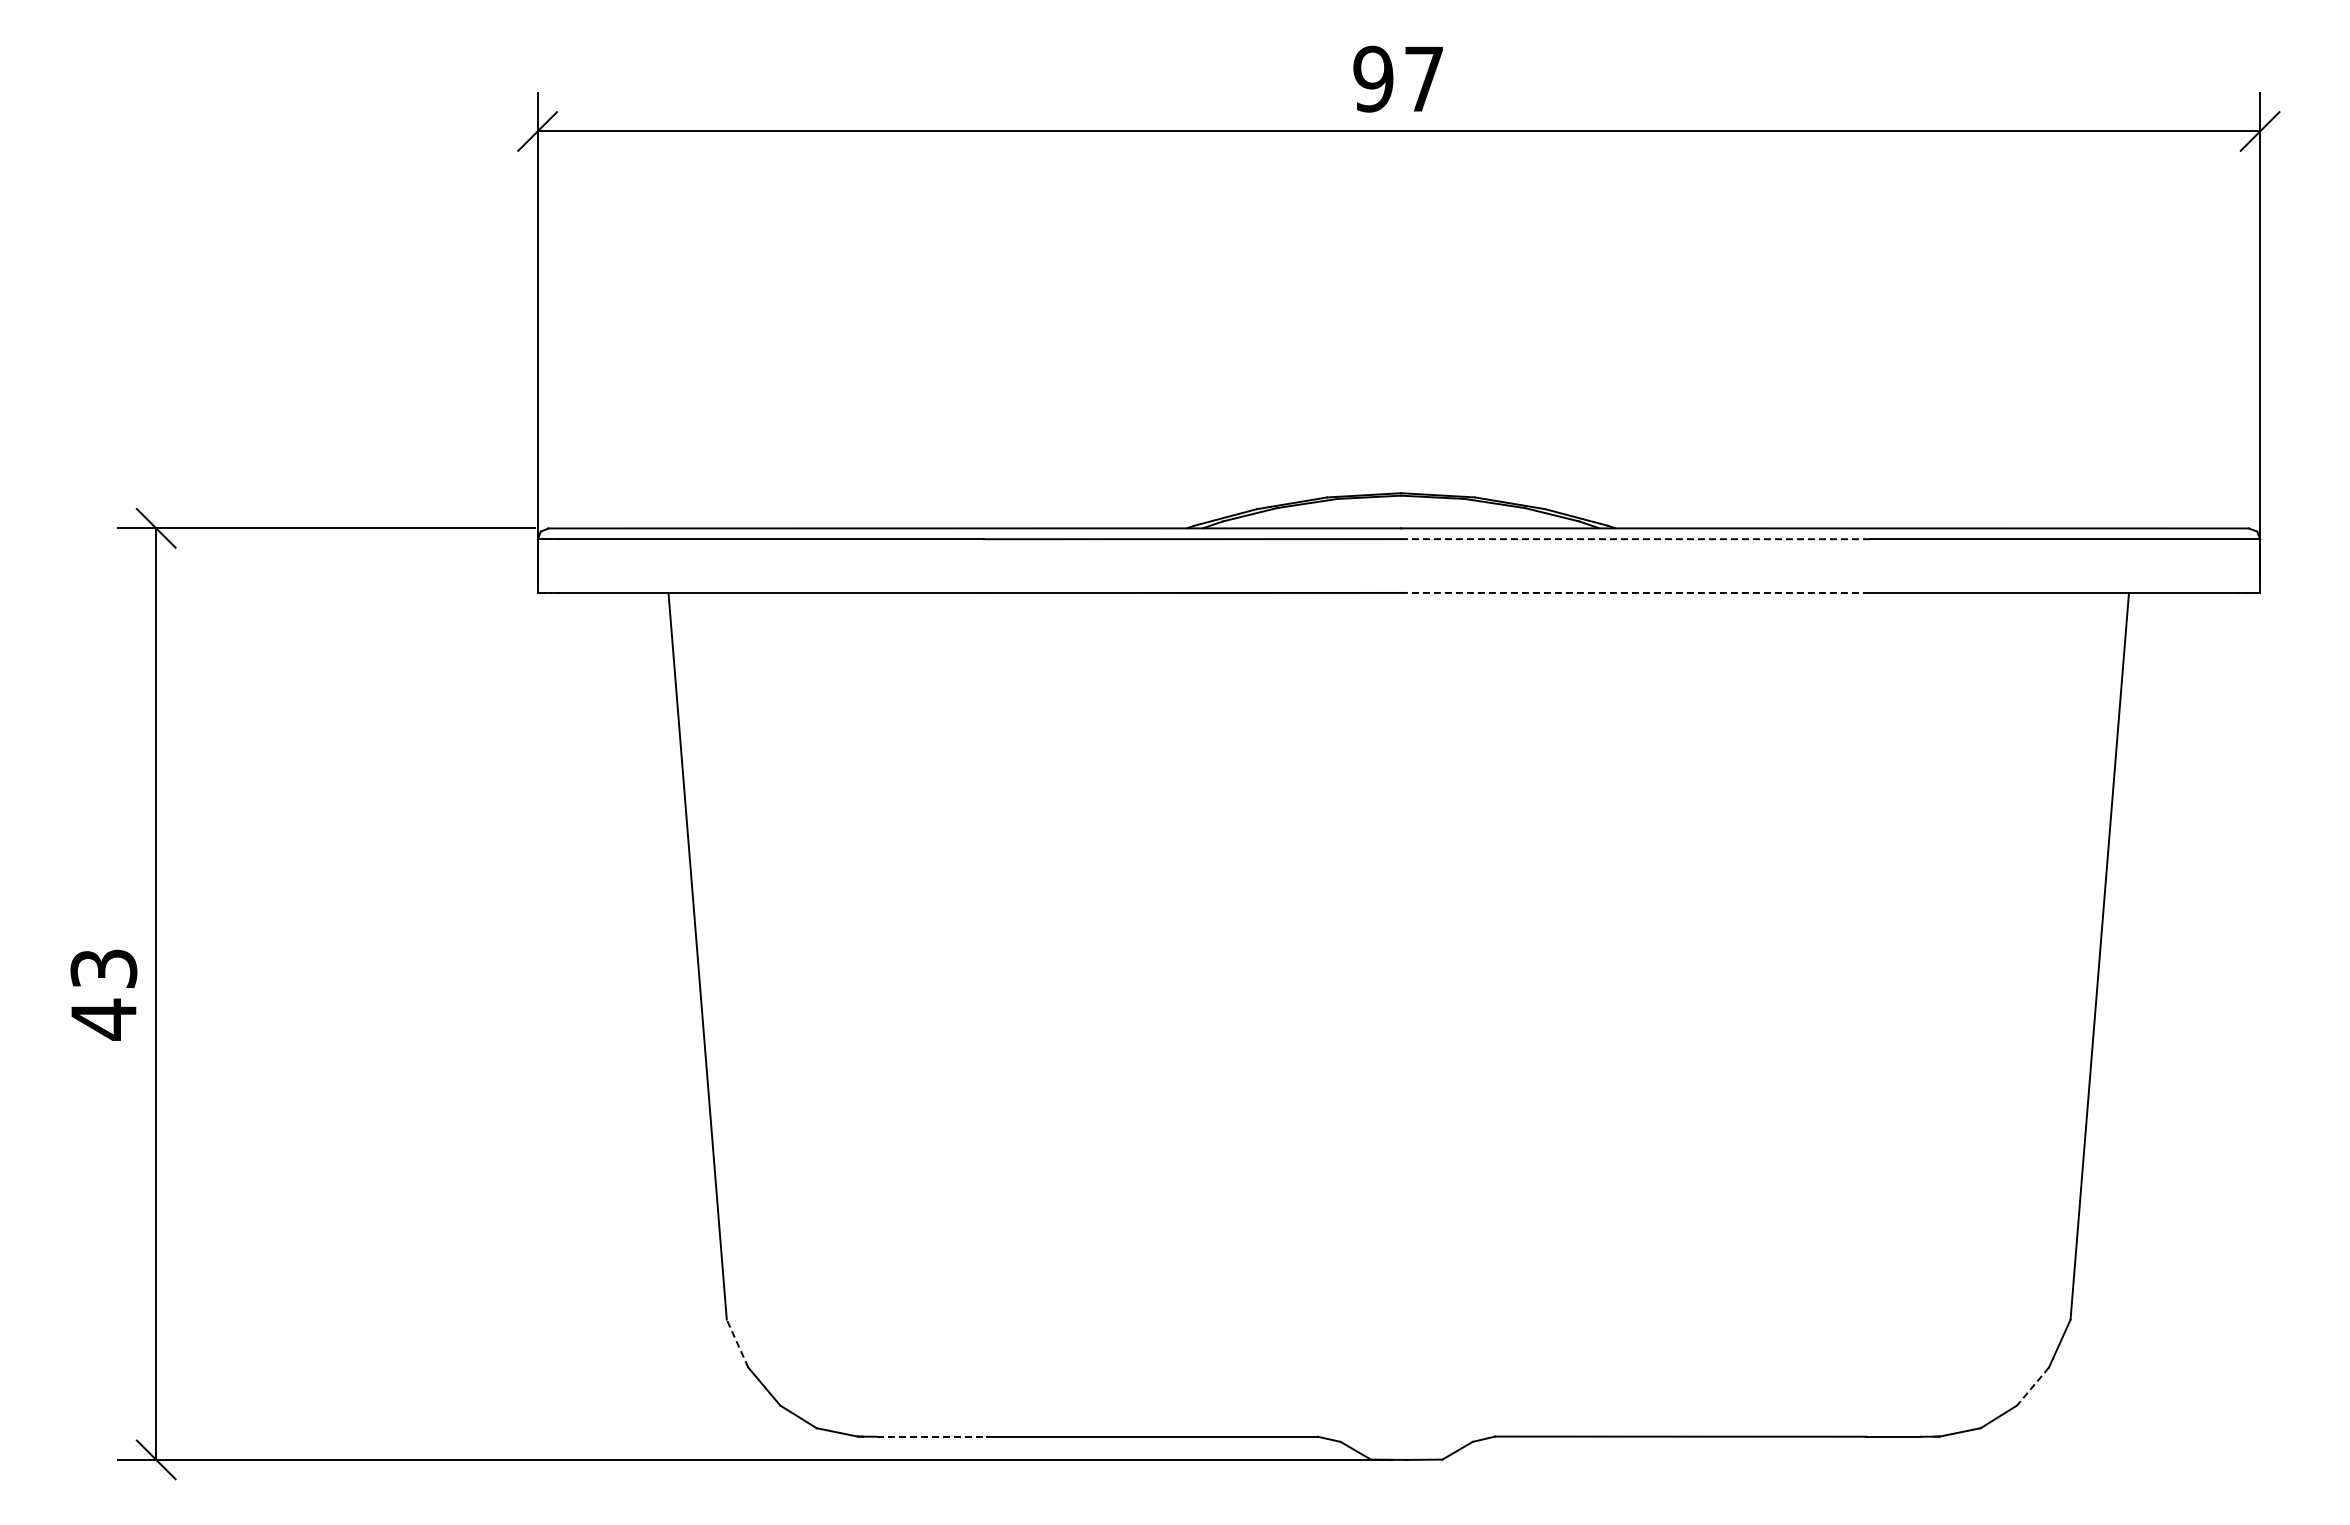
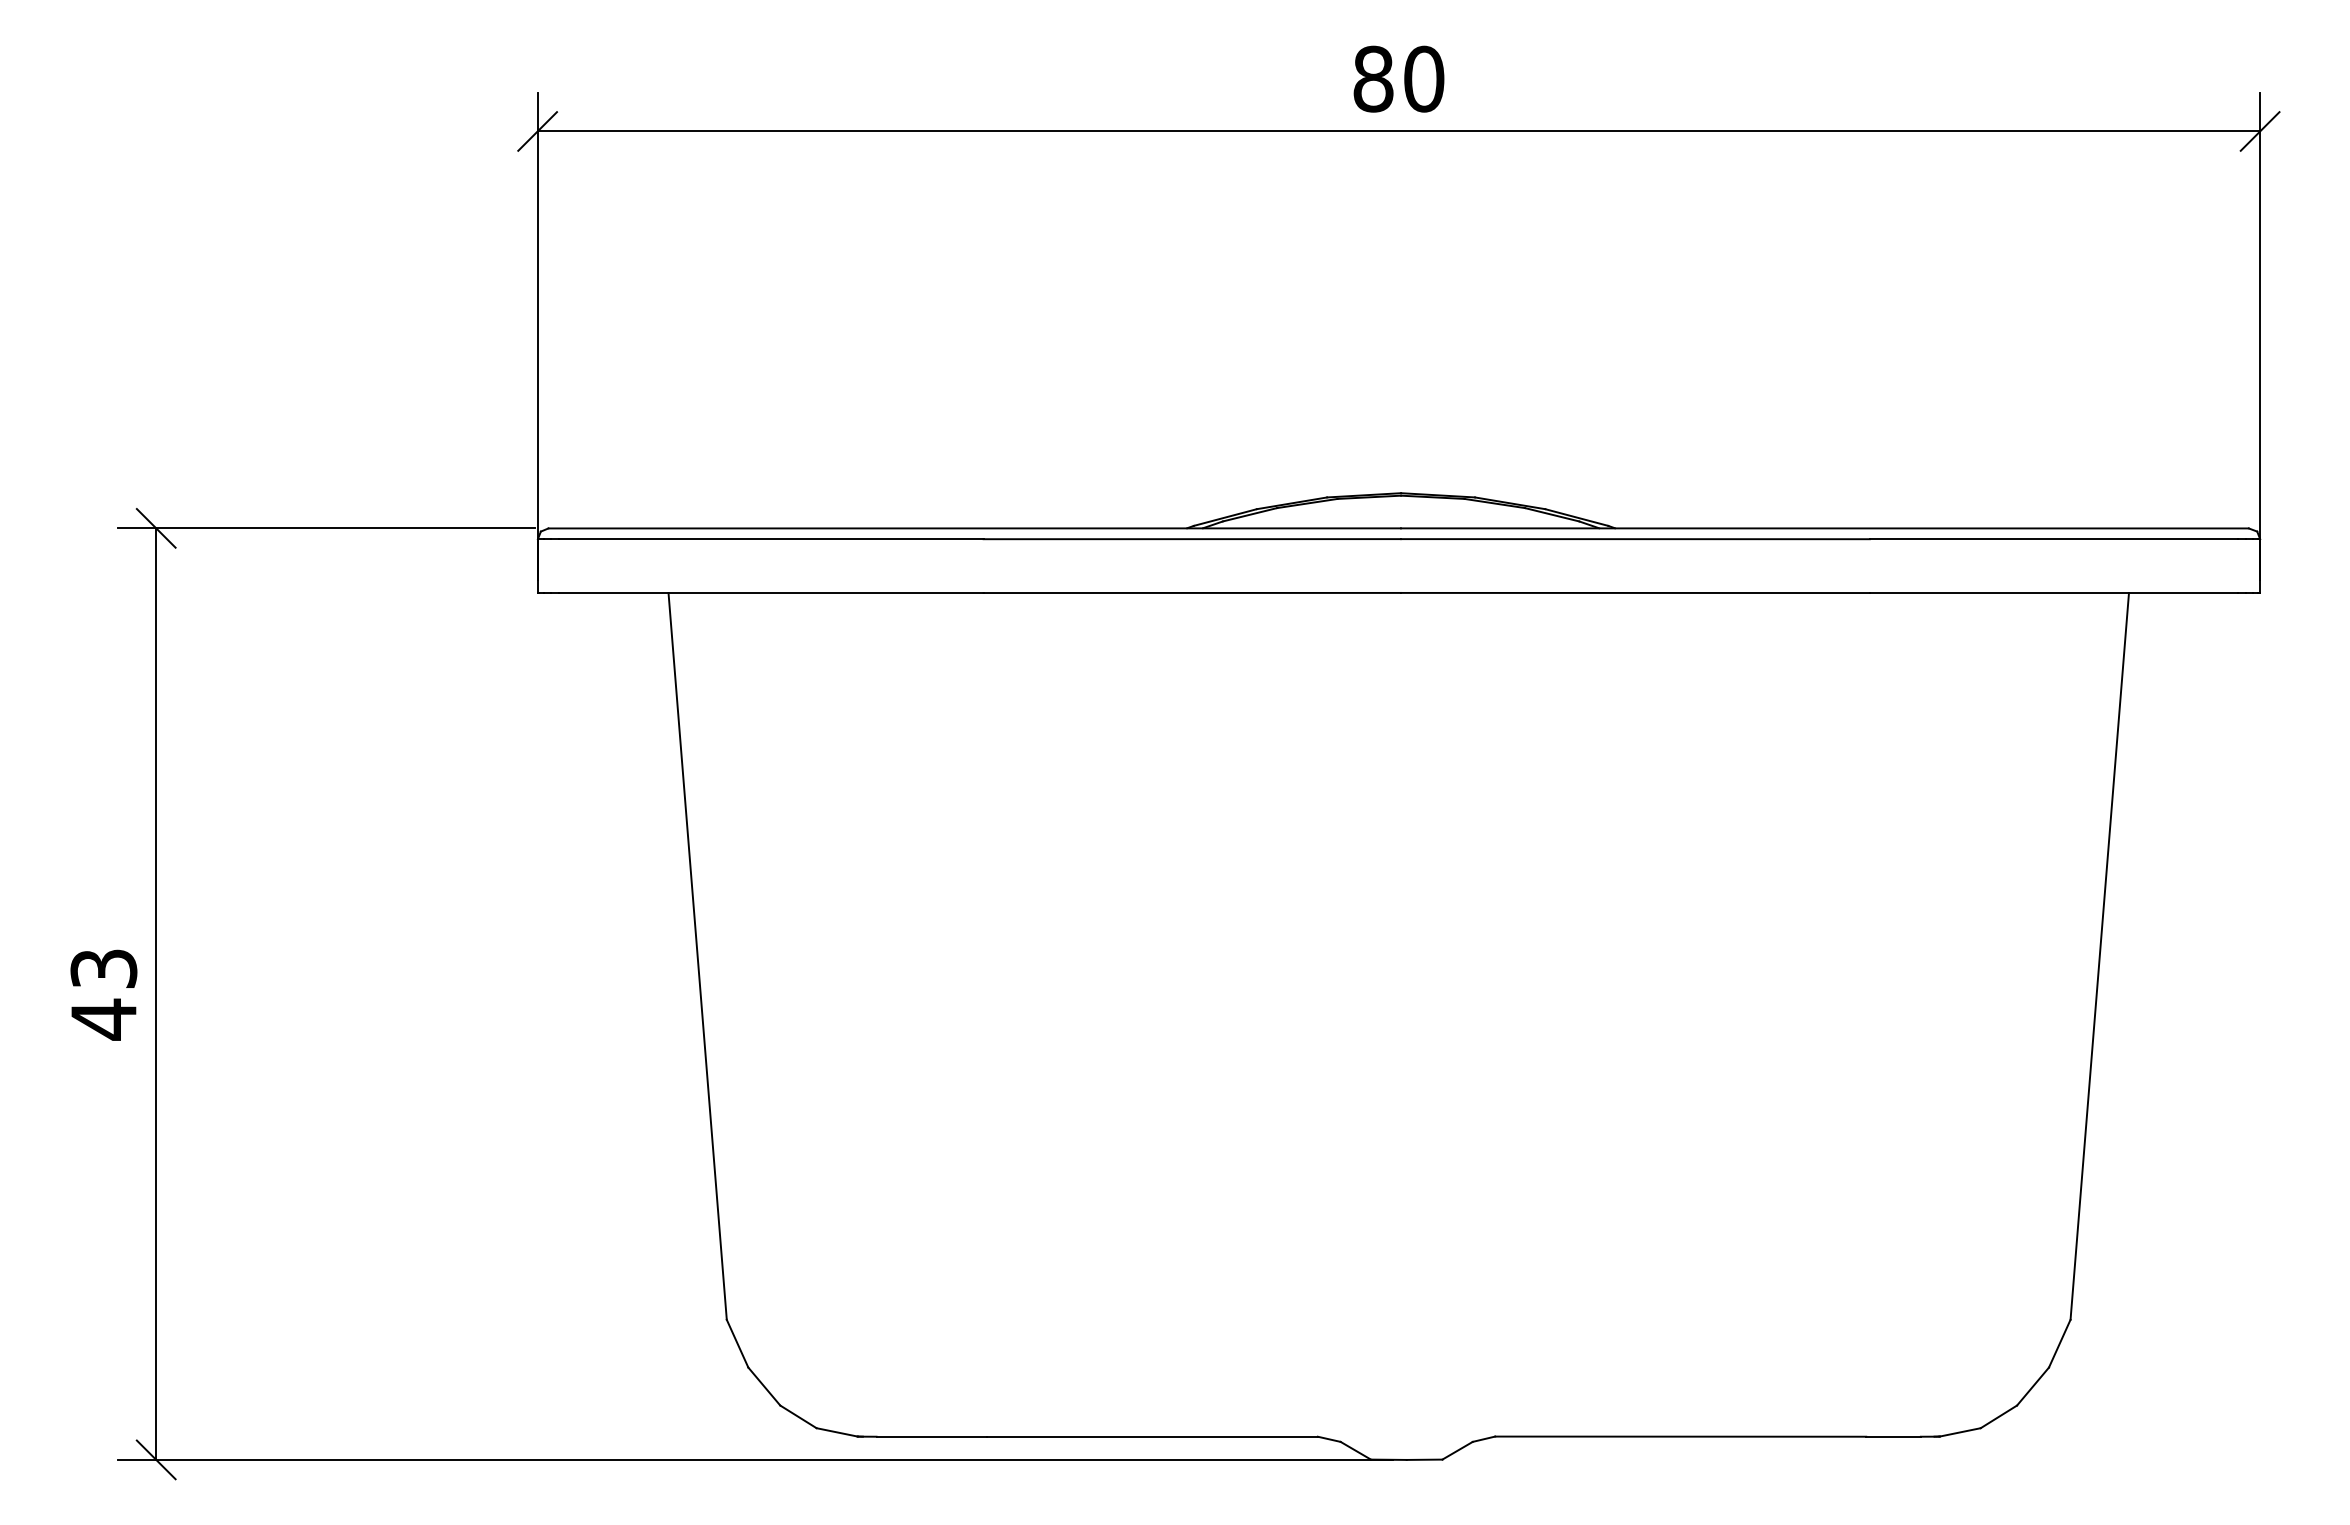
text at (1398, 78): 97 -> 80
line at (1635, 539): dashed -> solid
line at (1634, 592): dashed -> solid
line at (737, 1343): dashed -> solid
line at (2033, 1386): dashed -> solid
line at (932, 1436): dashed -> solid
